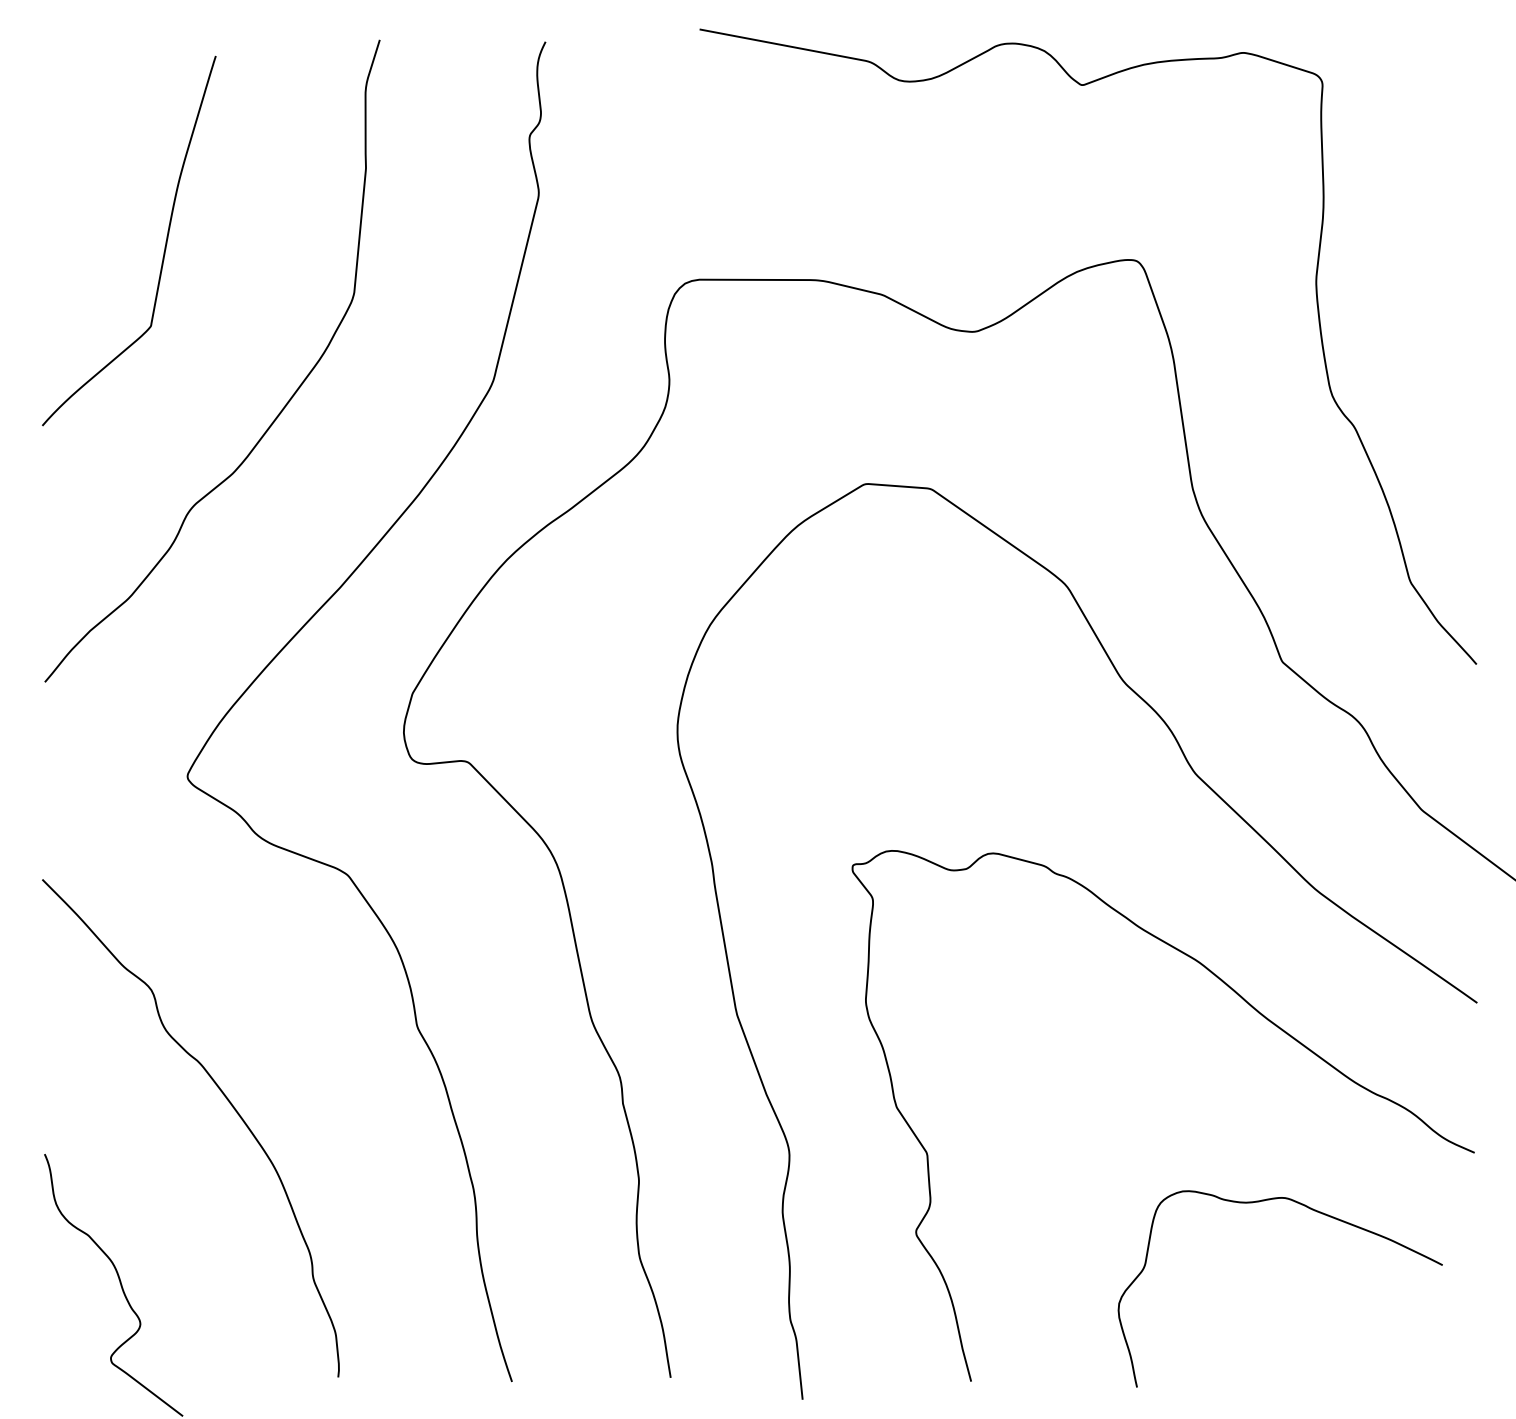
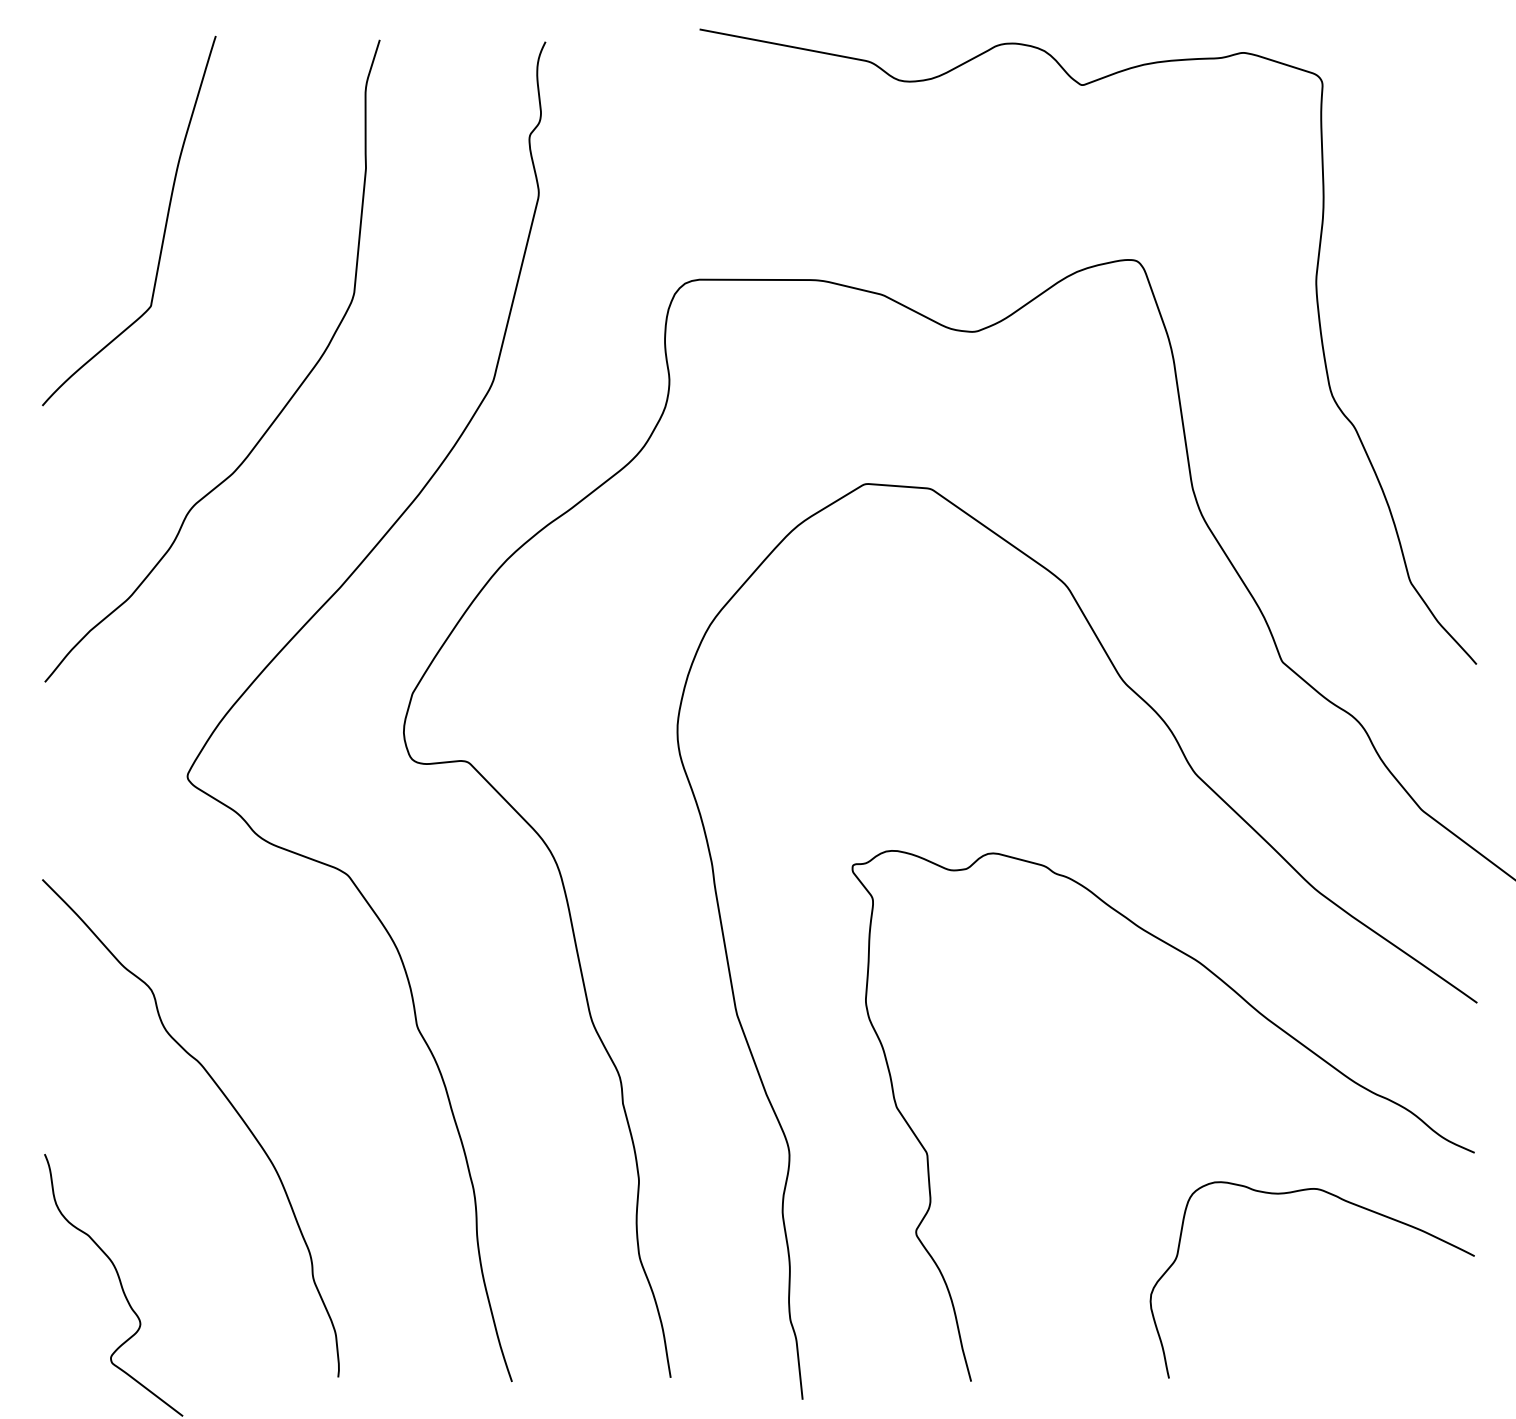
curve at (164, 246) position: (164, 246) -> (164, 226)
curve at (1314, 1211) position: (1314, 1211) -> (1346, 1202)
